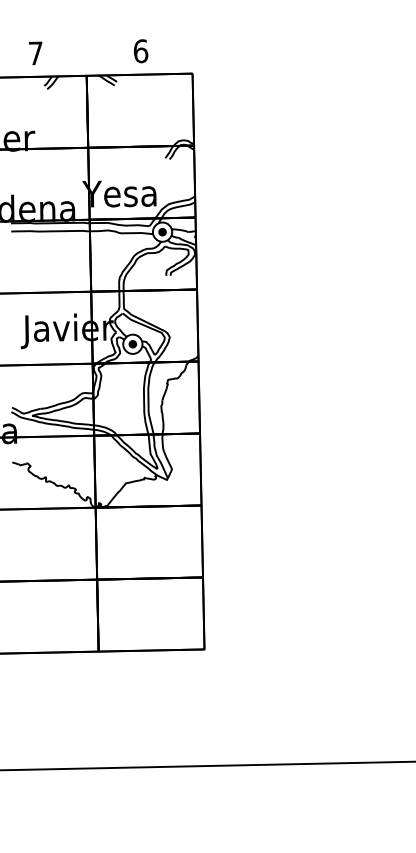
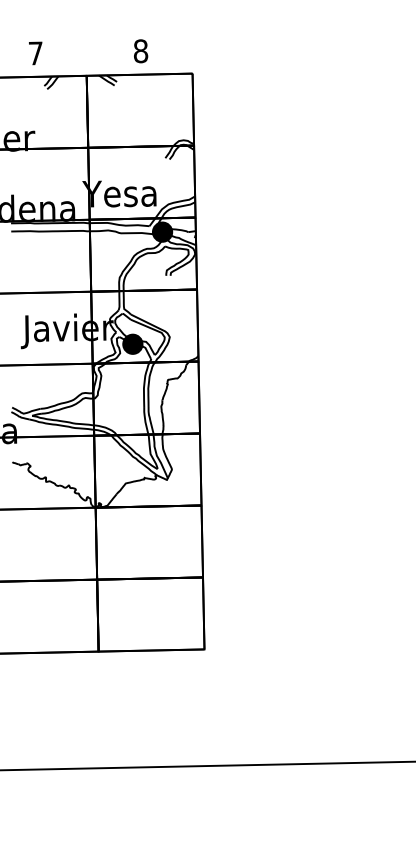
text at (140, 51): 6 -> 8
fill at (162, 231): none -> present
fill at (132, 343): none -> present
